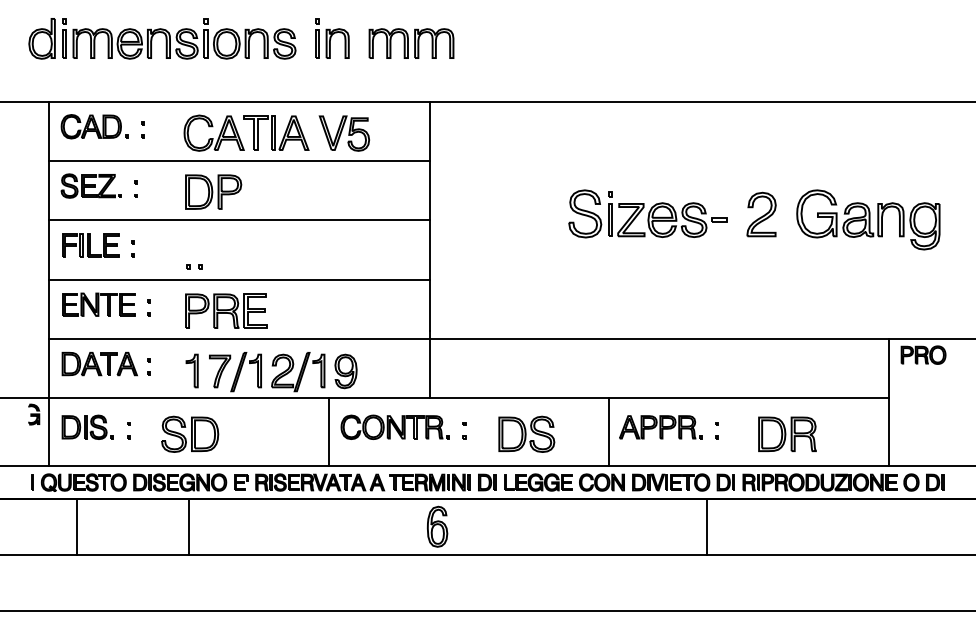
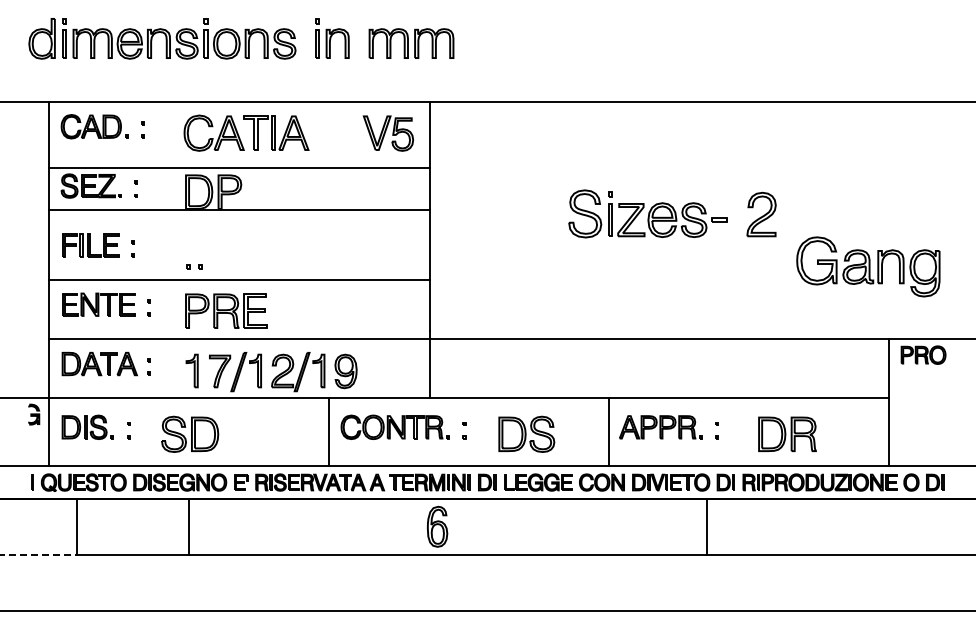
part at (343, 133) position: (343, 133) -> (387, 133)
line at (238, 161) position: (238, 161) -> (238, 168)
part at (868, 219) position: (868, 219) -> (868, 266)
line at (238, 220) position: (238, 220) -> (238, 210)
line at (38, 555): solid -> dashed
